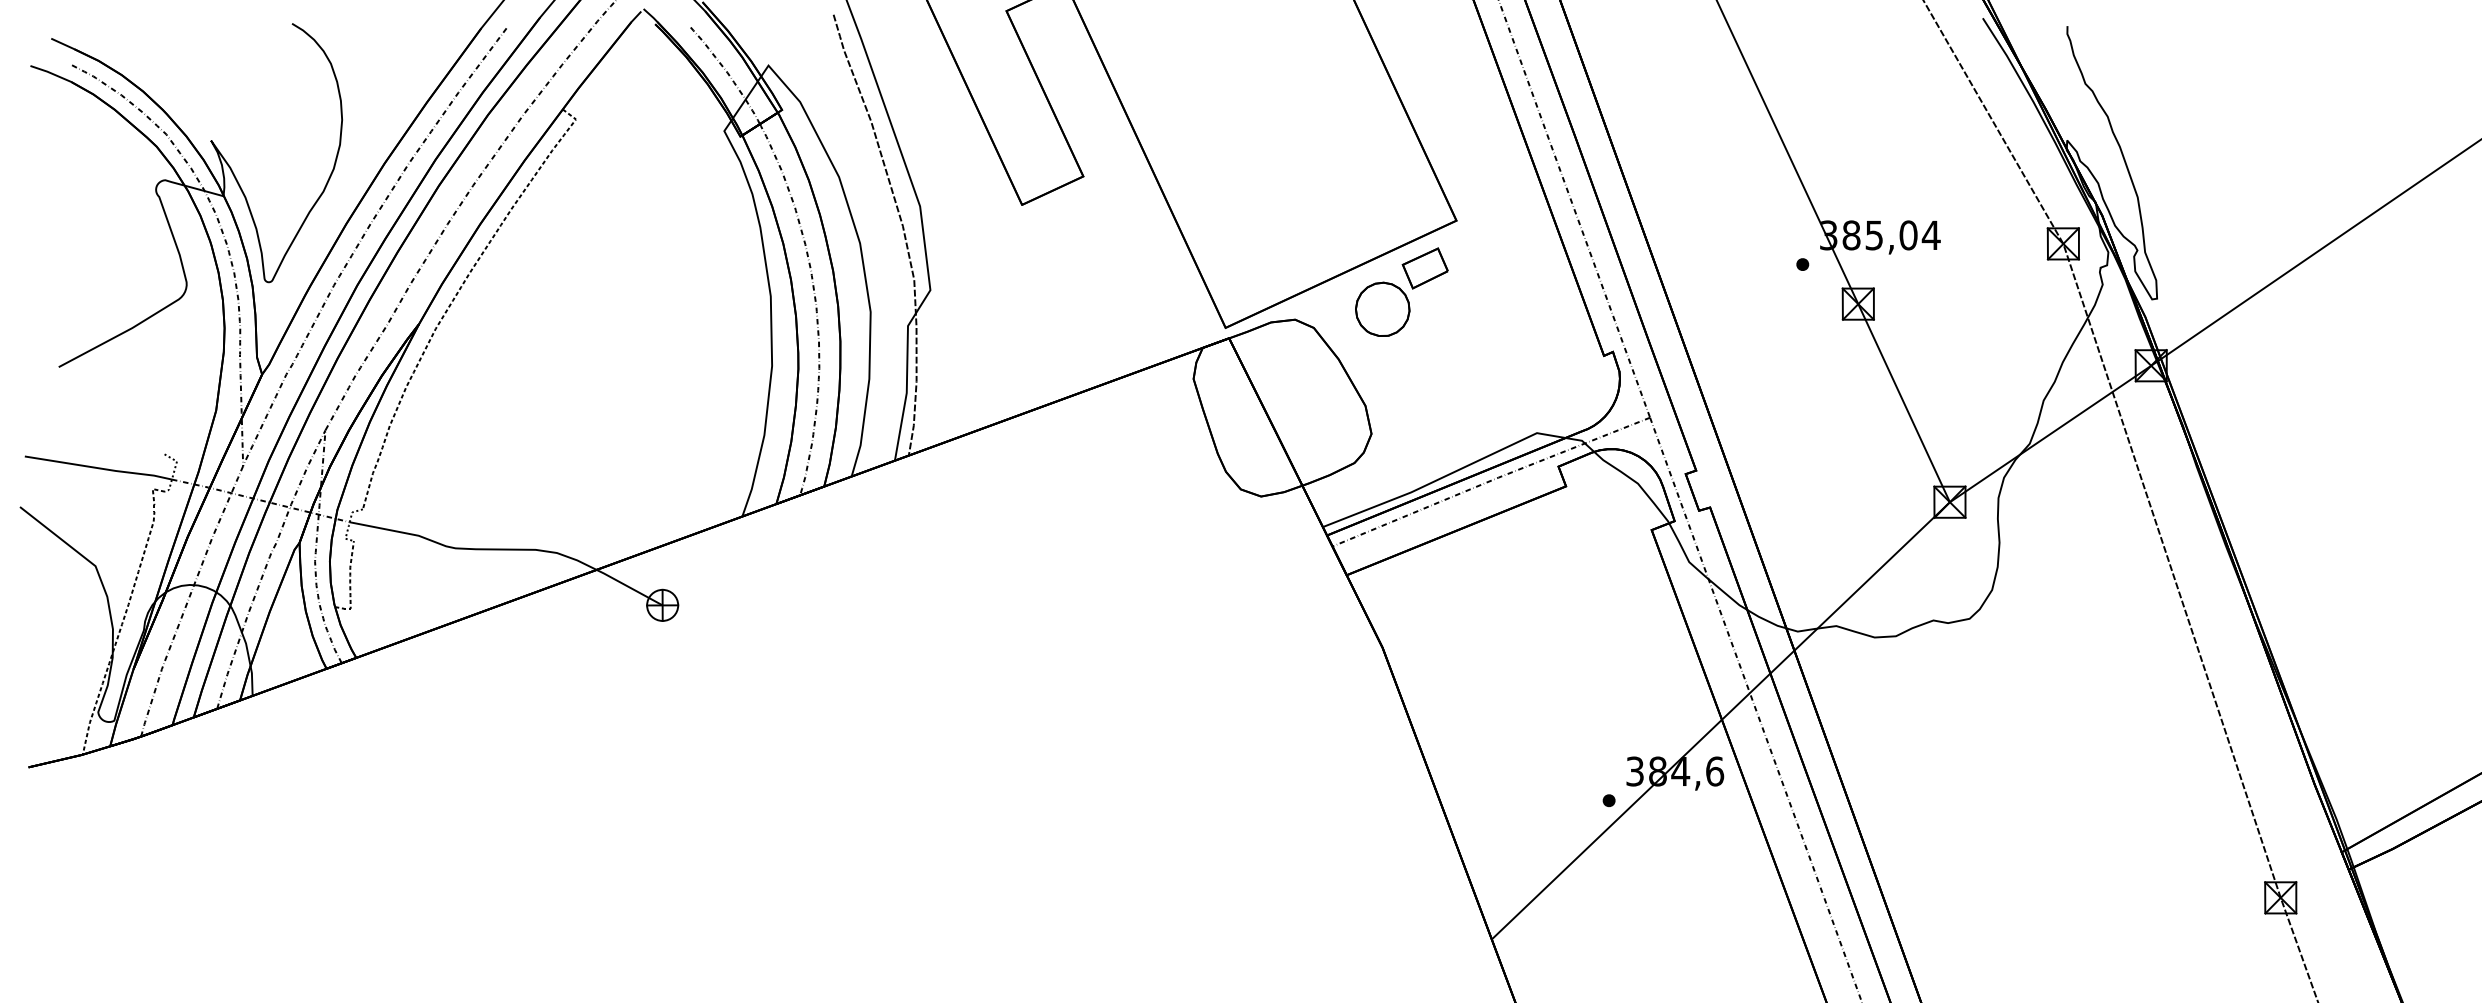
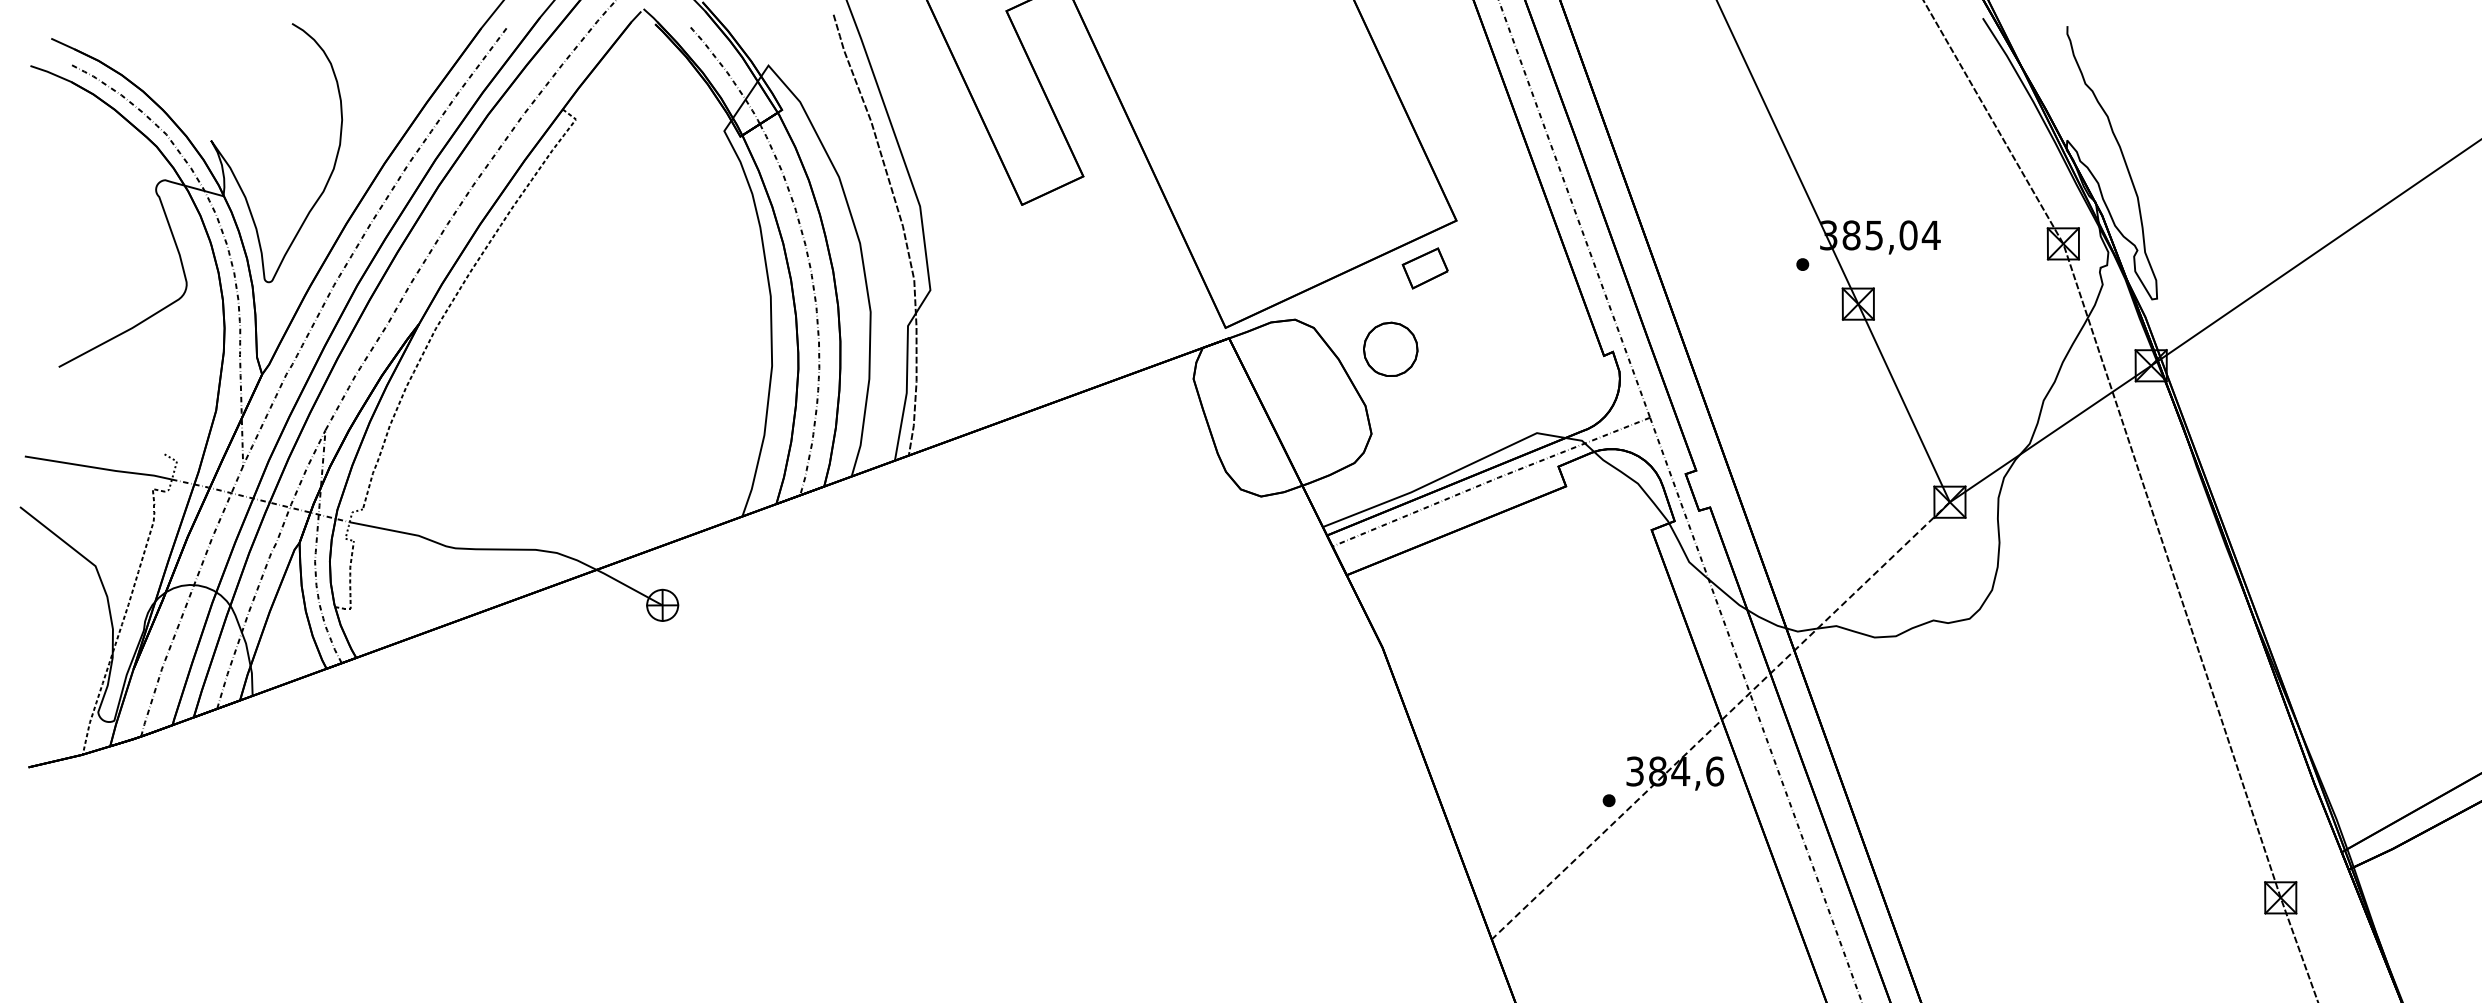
part at (1382, 308) position: (1382, 308) -> (1390, 348)
line at (1720, 720): solid -> dashed
